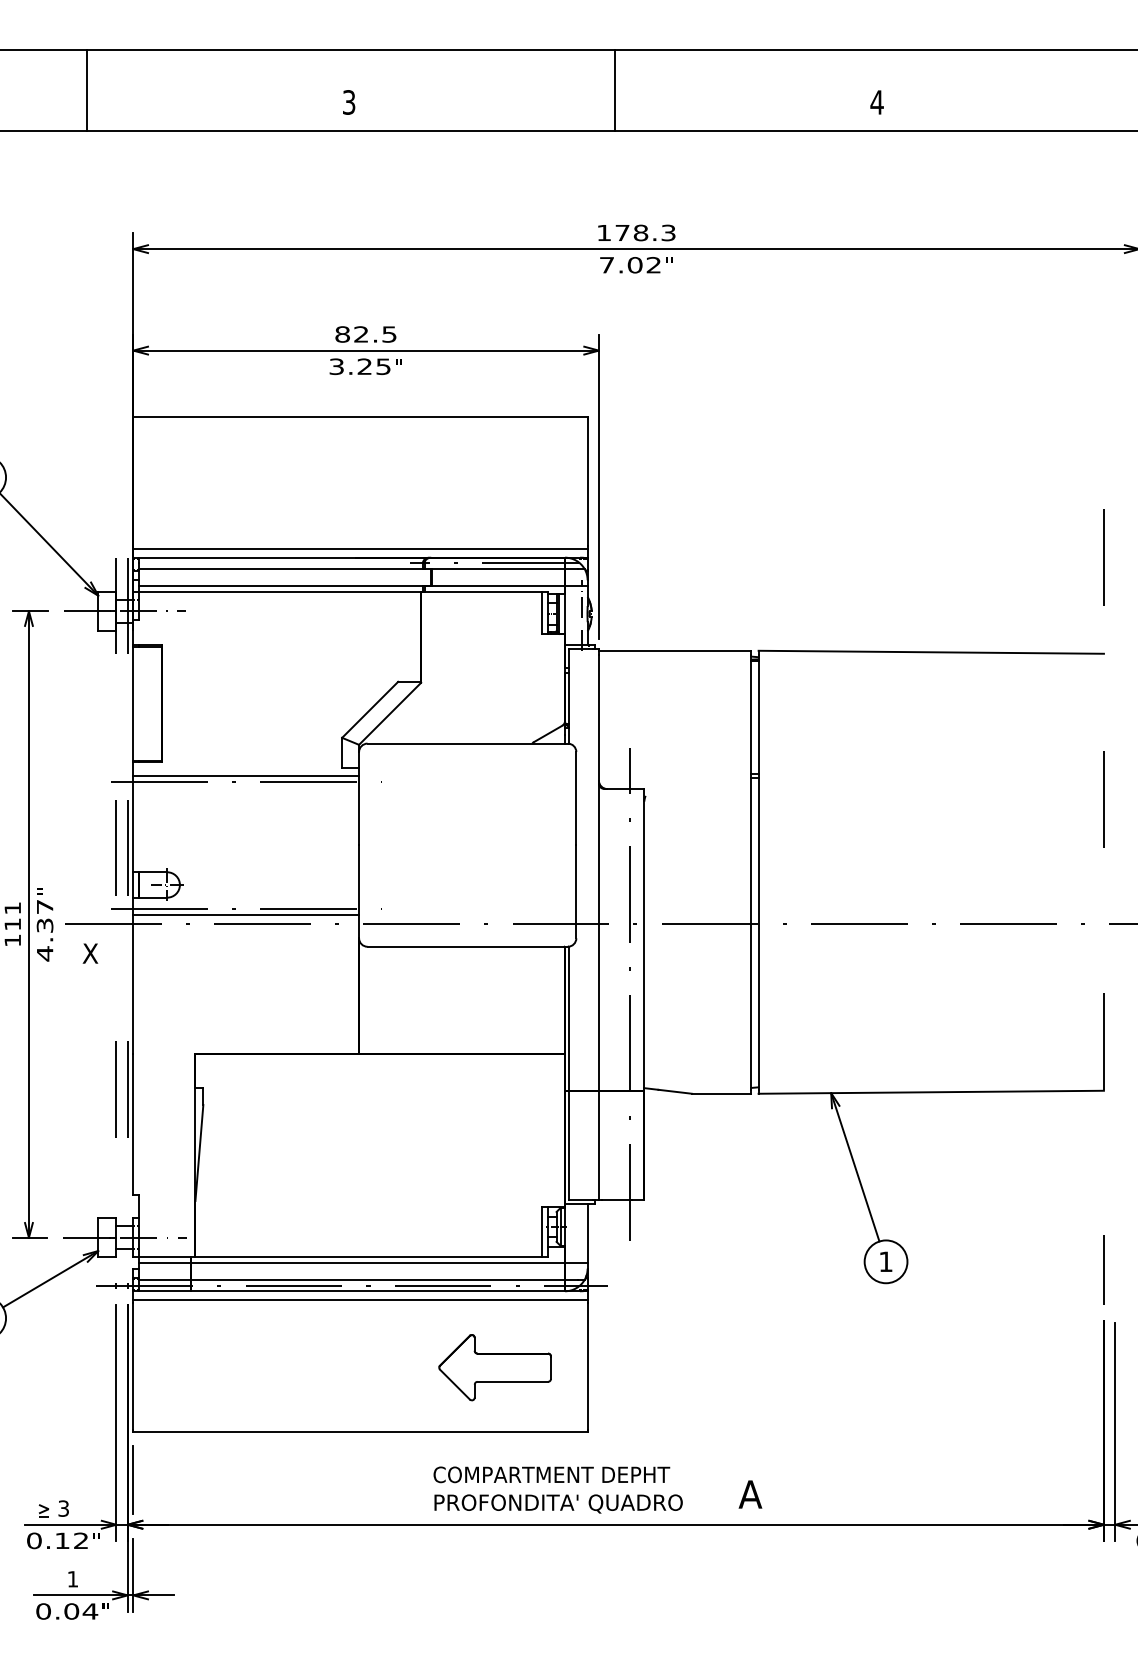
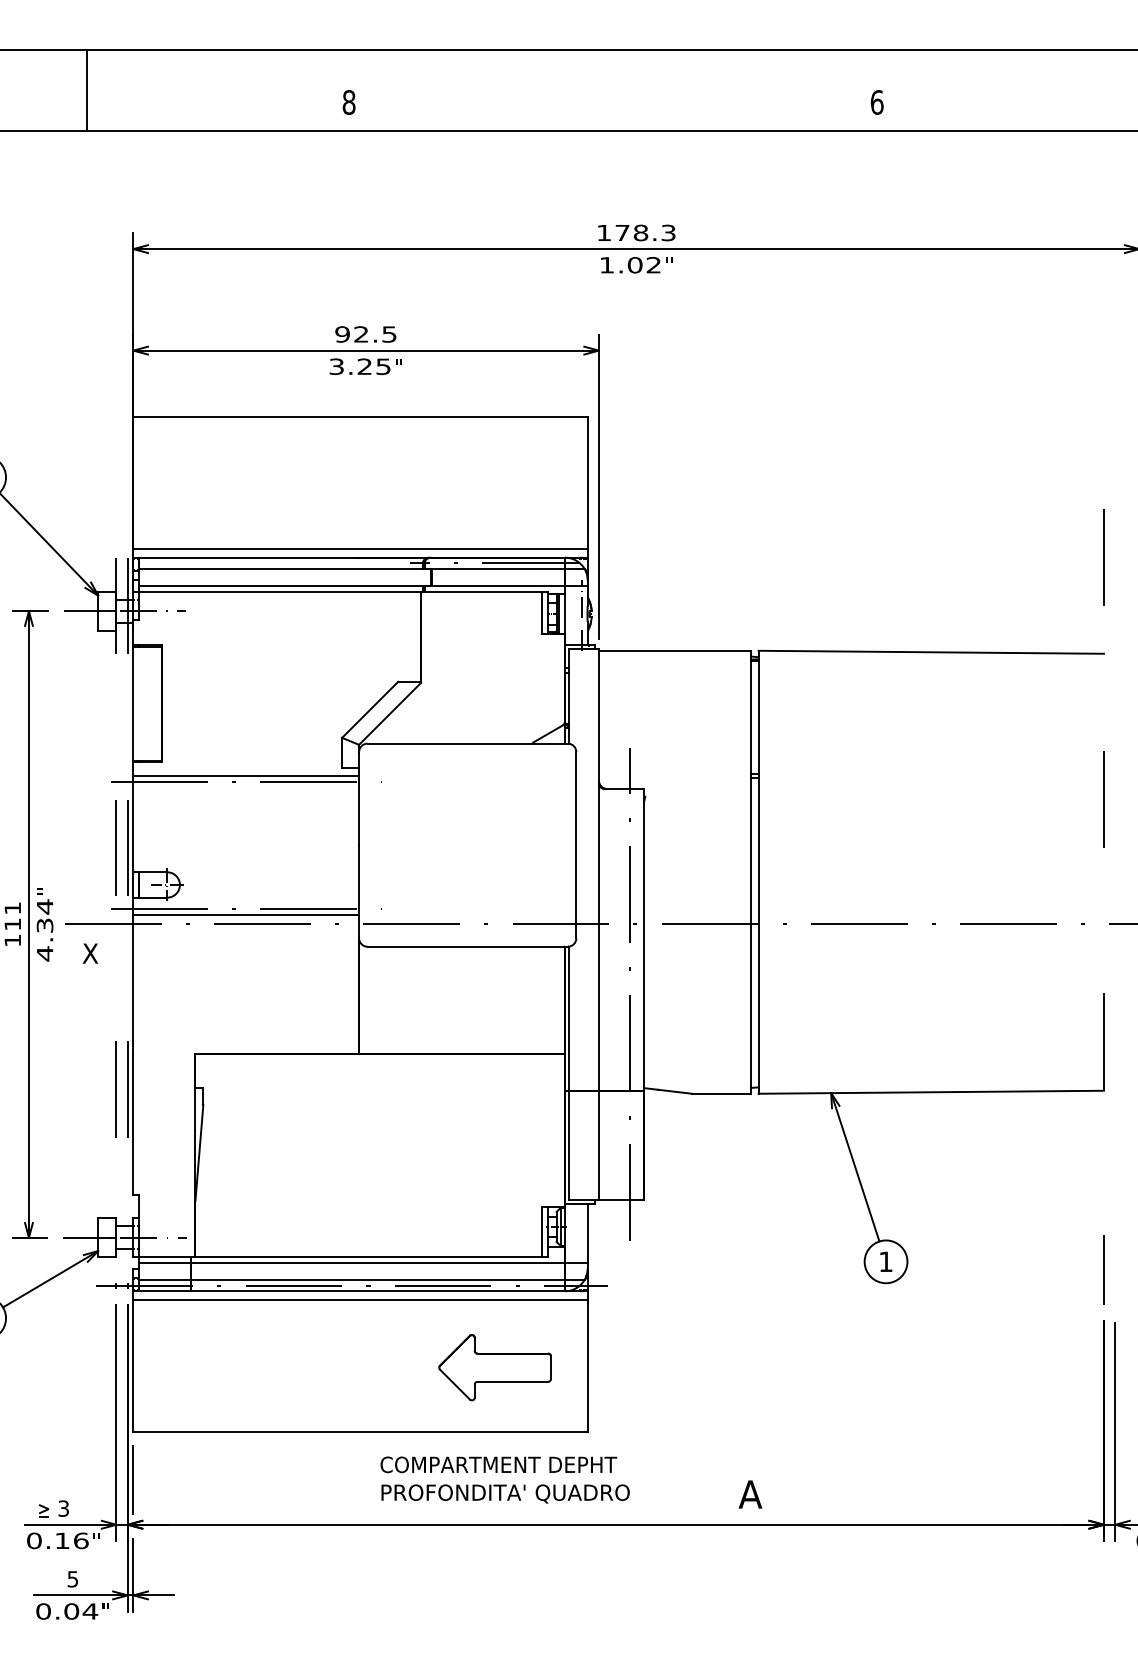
line at (615, 90): present -> none
text at (348, 102): 3 -> 8
text at (876, 102): 4 -> 6
text at (606, 265): 7.02 -> 1.02
text at (342, 334): 82.5 -> 92.5
text at (45, 906): 4.37 -> 4.34
text at (557, 1489) position: (557, 1489) -> (504, 1479)
text at (81, 1540): 0.12 -> 0.16
text at (72, 1579): 1 -> 5
